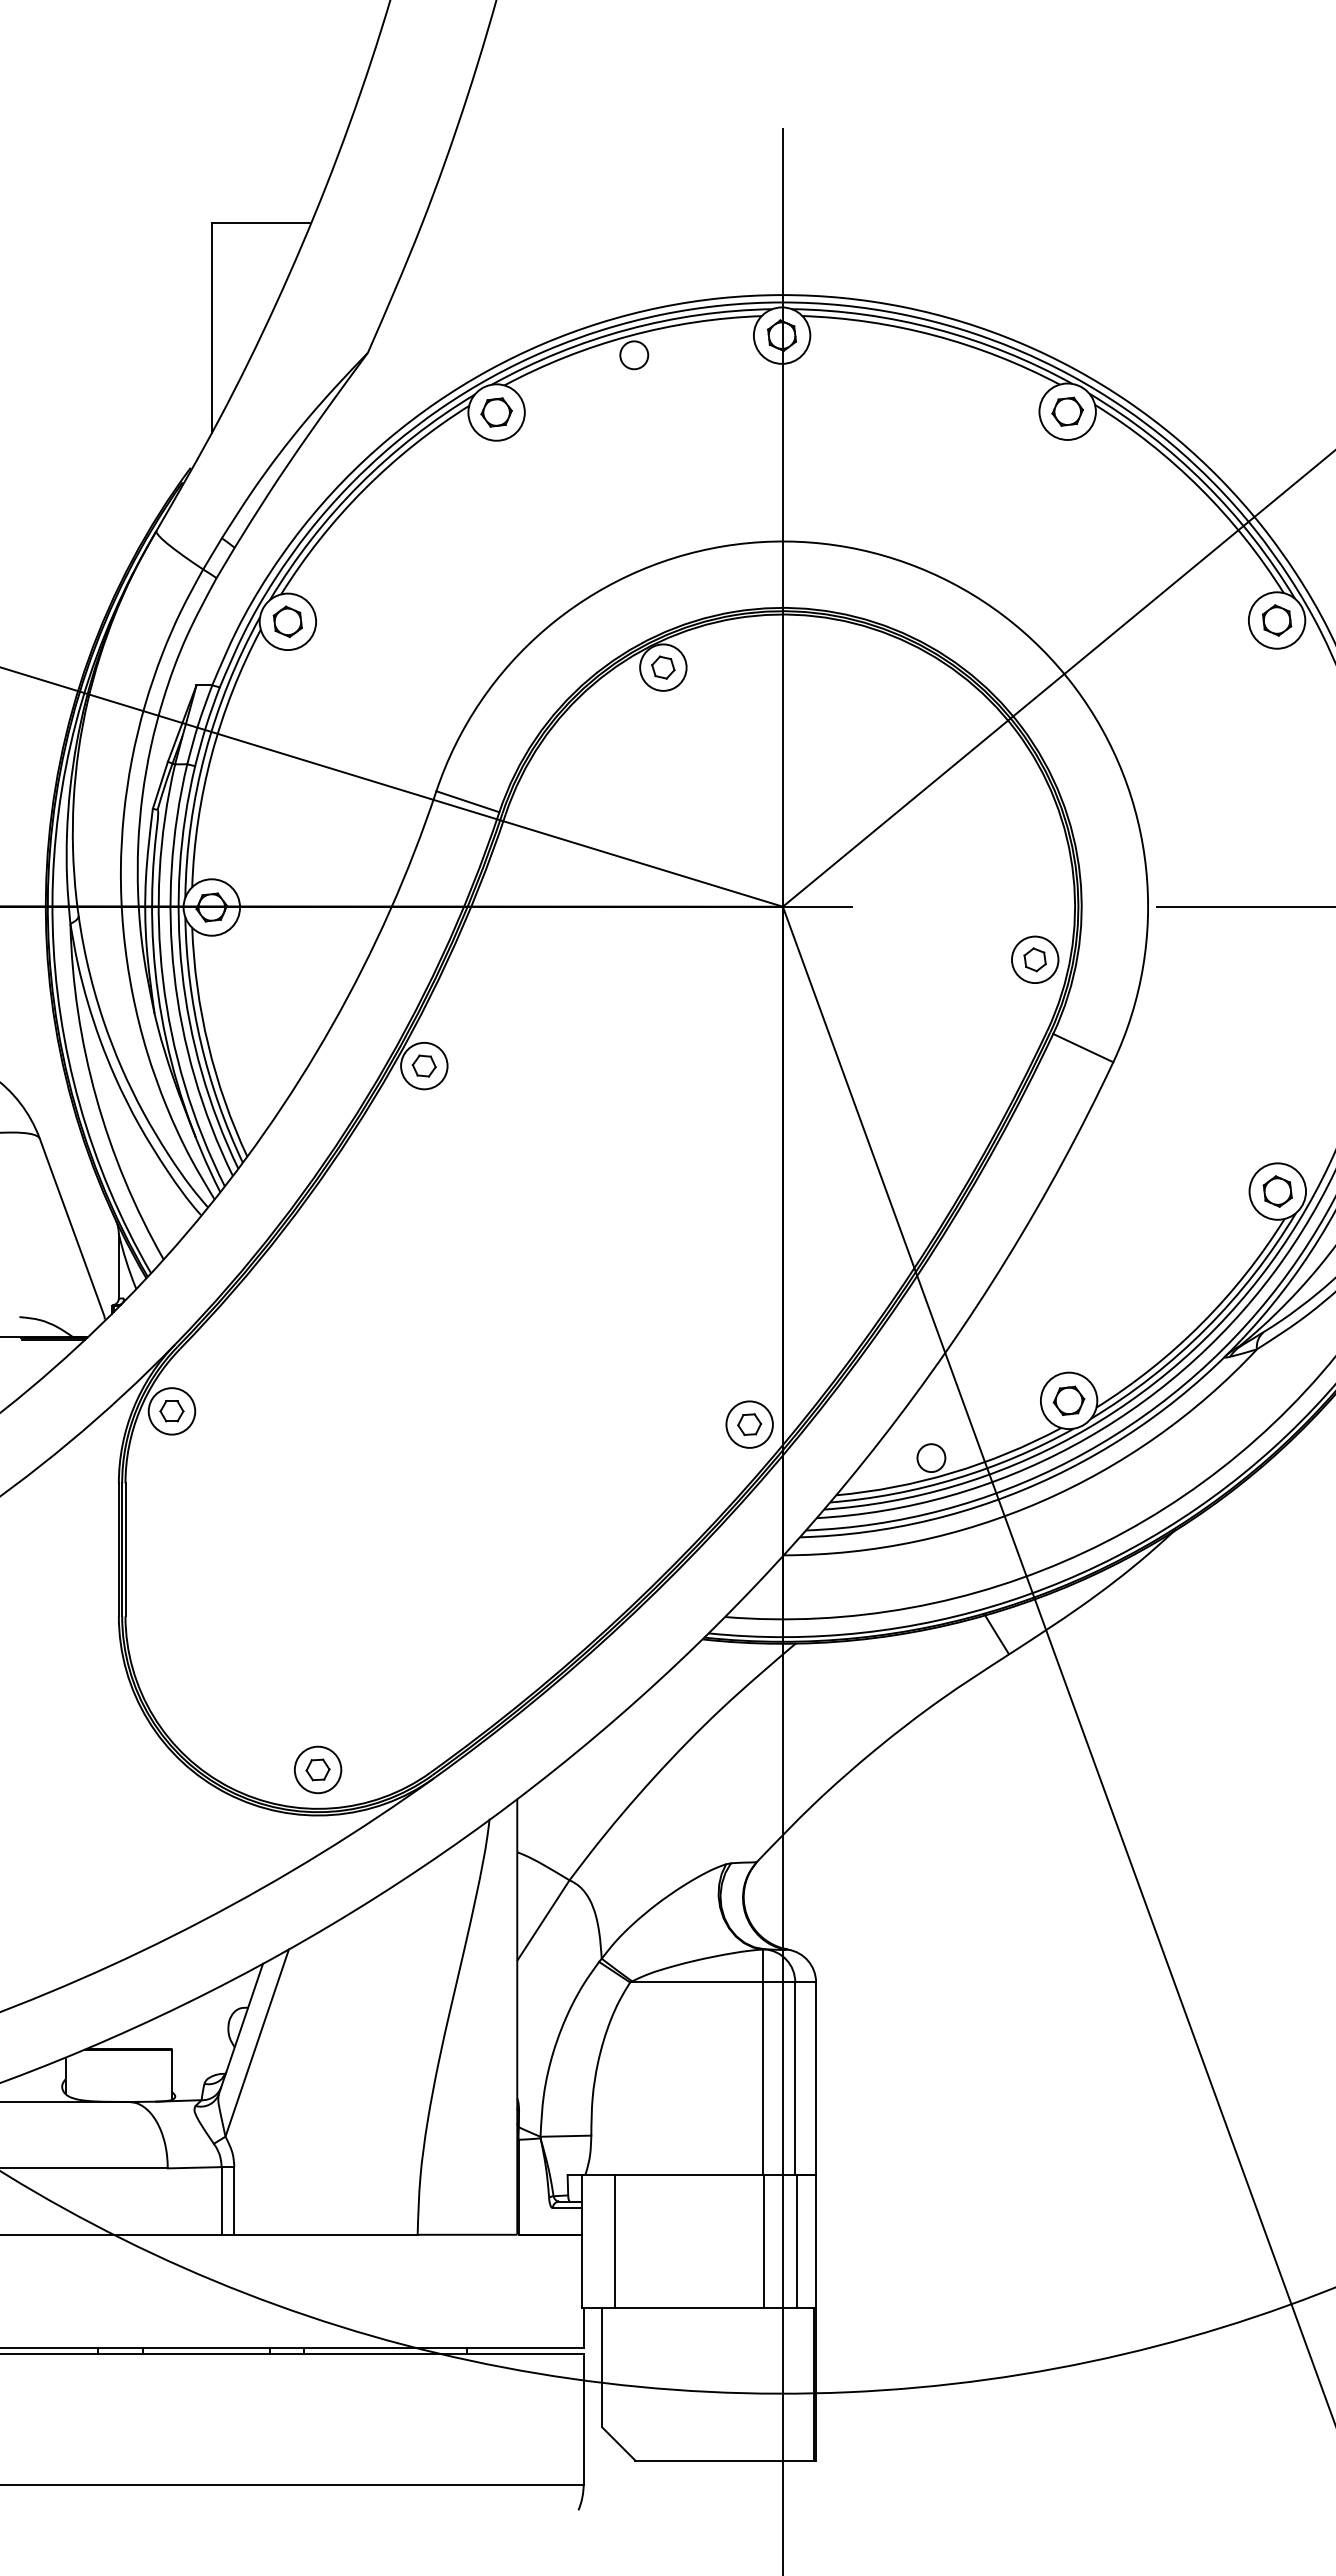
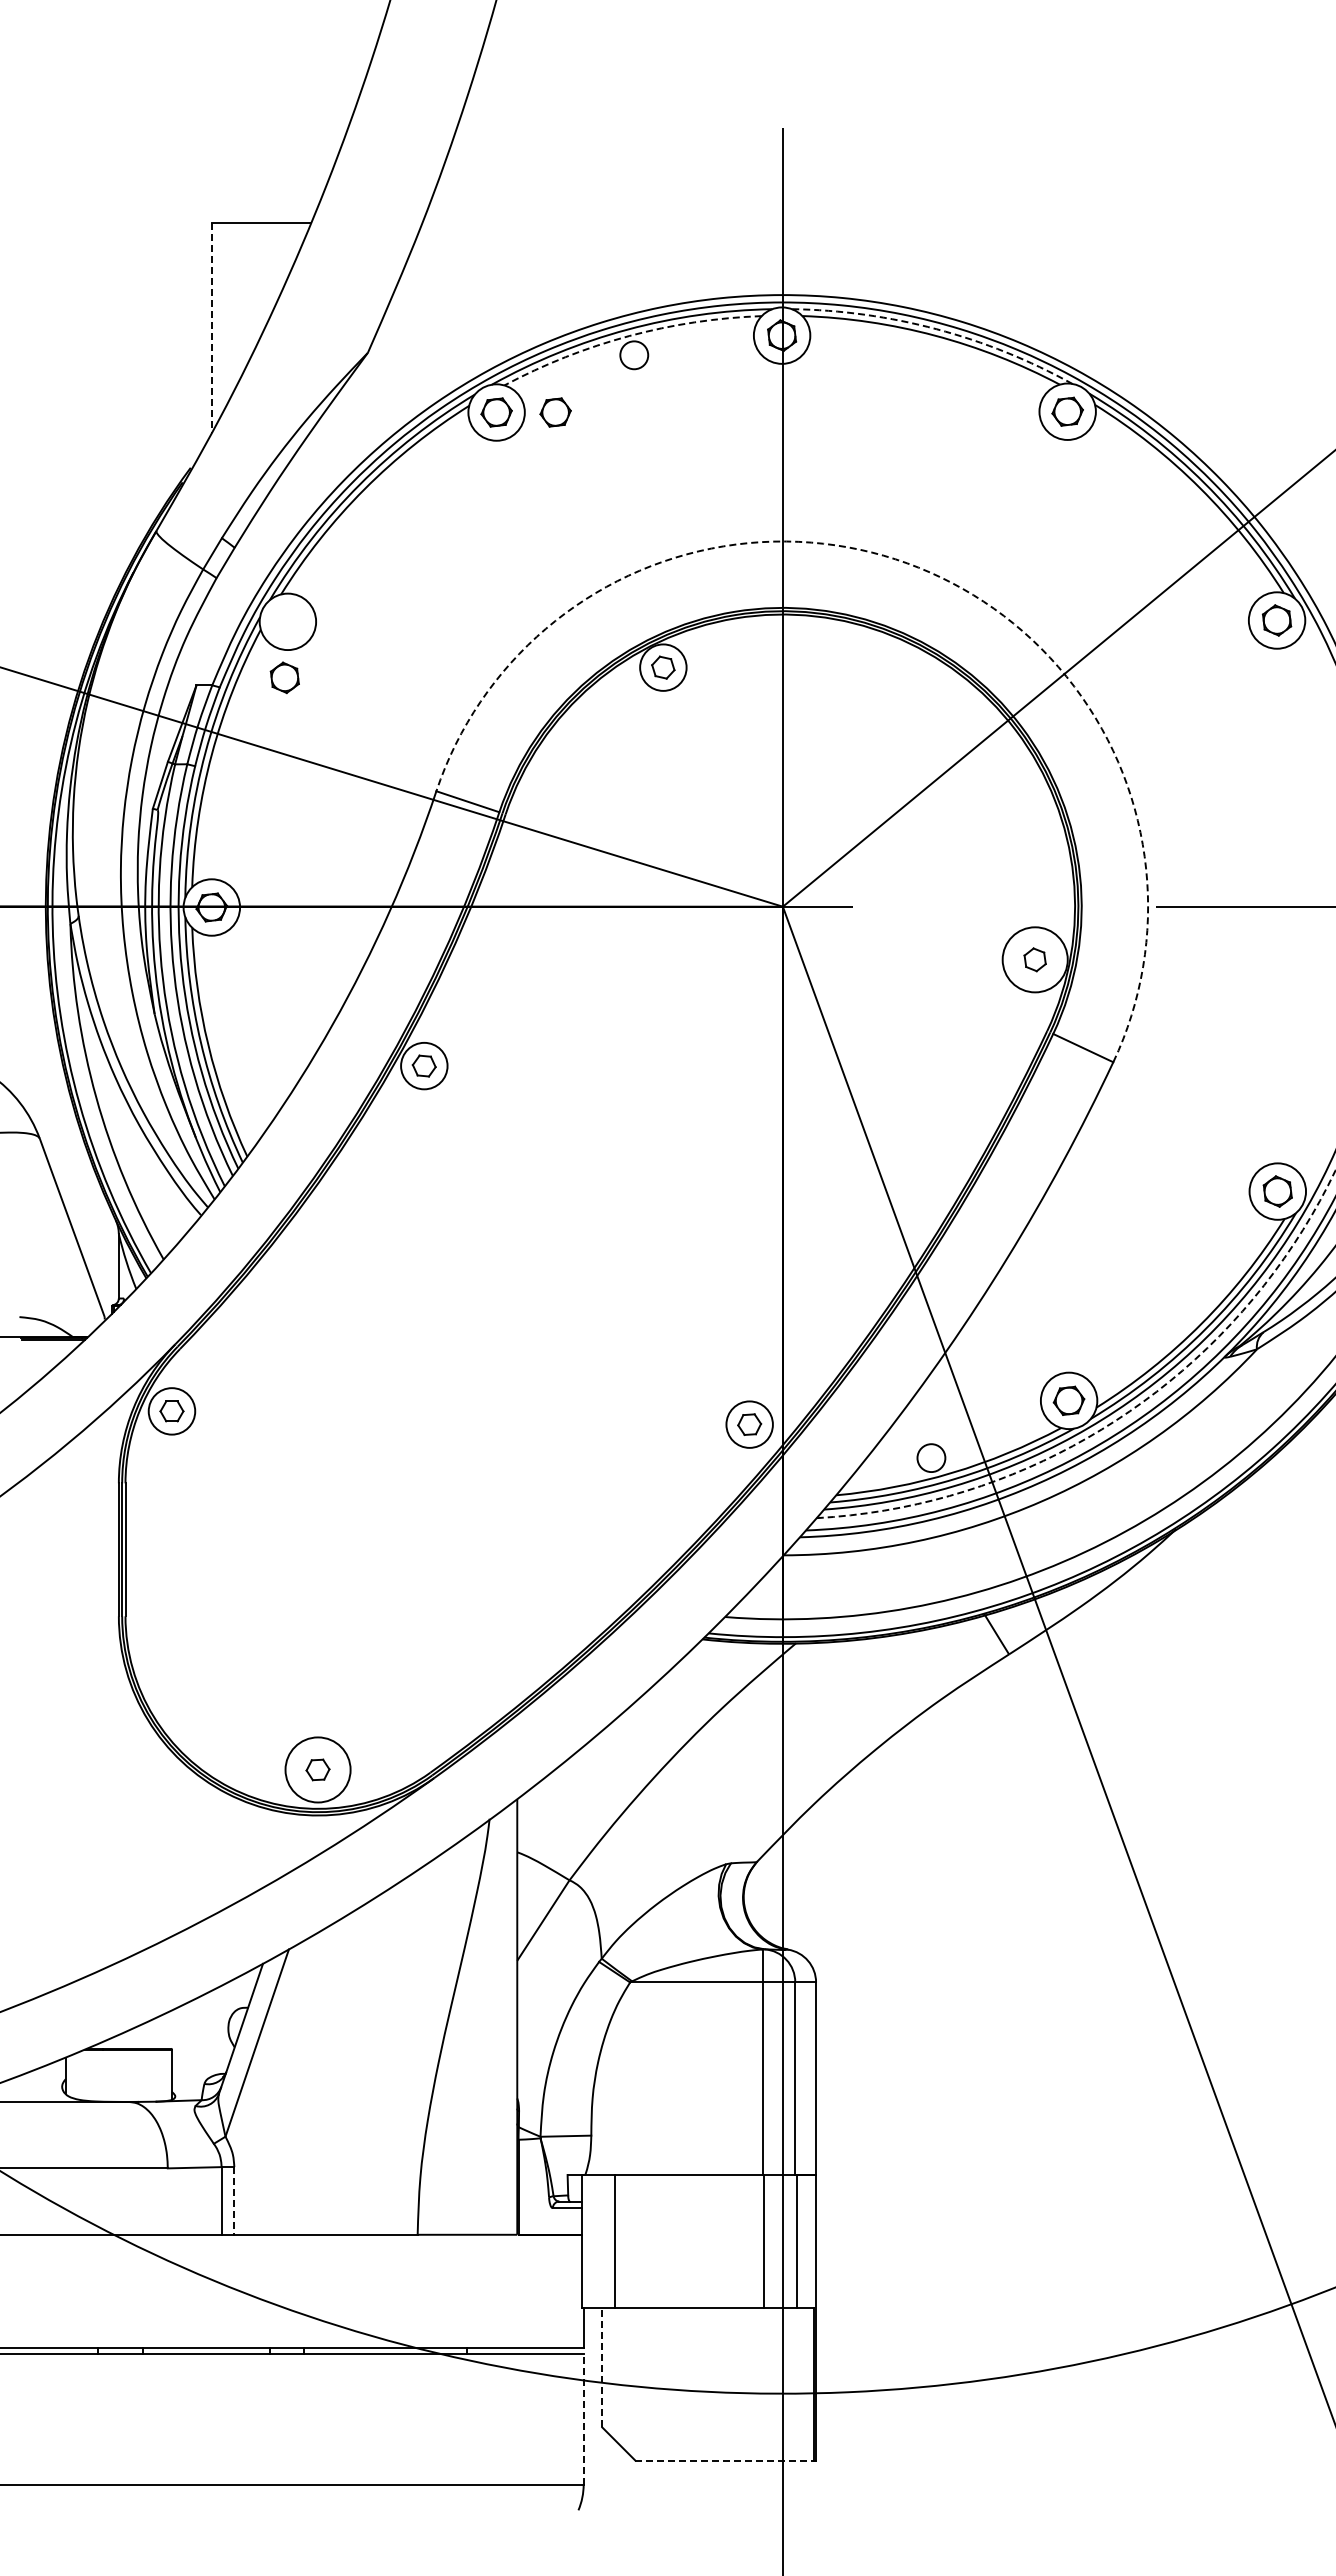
line at (211, 327): solid -> dashed
arc at (936, 329): solid -> dashed
arc at (629, 336): solid -> dashed
part at (555, 412): none -> present
arc at (918, 567): solid -> dashed
part at (287, 621) position: (287, 621) -> (284, 677)
circle at (1034, 959) diameter: 46 px -> 65 px
arc at (1124, 1415): solid -> dashed
circle at (317, 1769) diameter: 46 px -> 65 px
line at (234, 2200): solid -> dashed
line at (602, 2367): solid -> dashed
line at (583, 2418): solid -> dashed
line at (724, 2460): solid -> dashed
